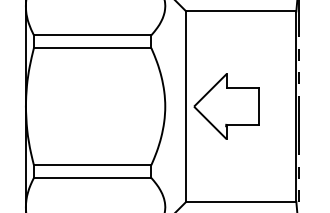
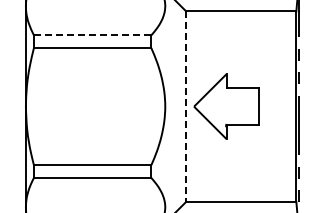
line at (92, 35): solid -> dashed
line at (186, 107): solid -> dashed
